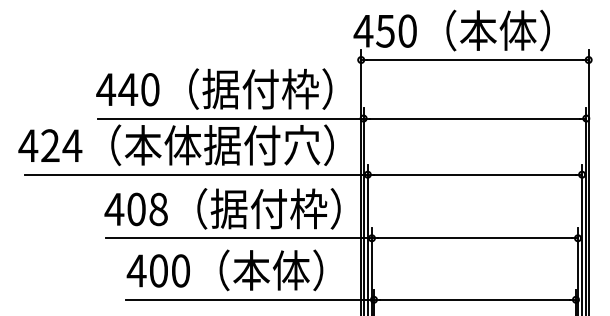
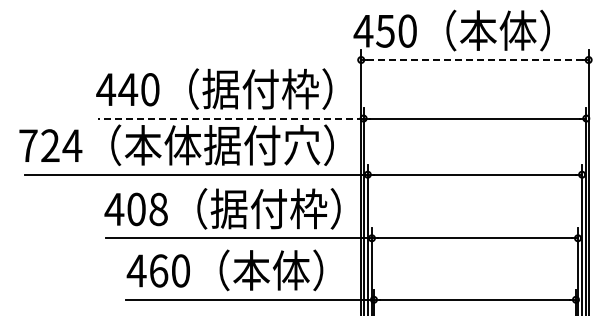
line at (474, 60): solid -> dashed
line at (230, 118): solid -> dashed
text at (28, 145): 424 -> 724
text at (159, 270): 400 -> 460
